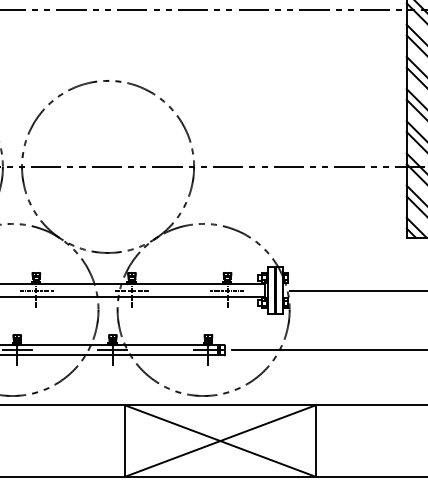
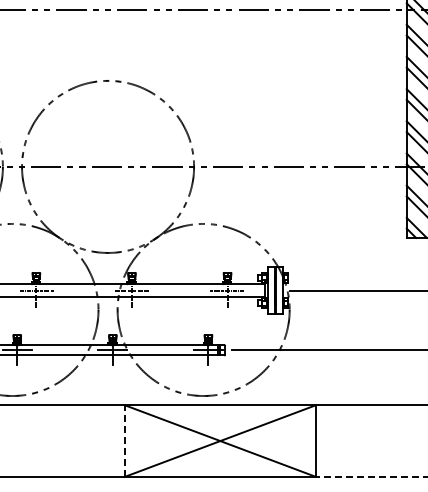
line at (124, 441): solid -> dashed
line at (371, 476): solid -> dashed
